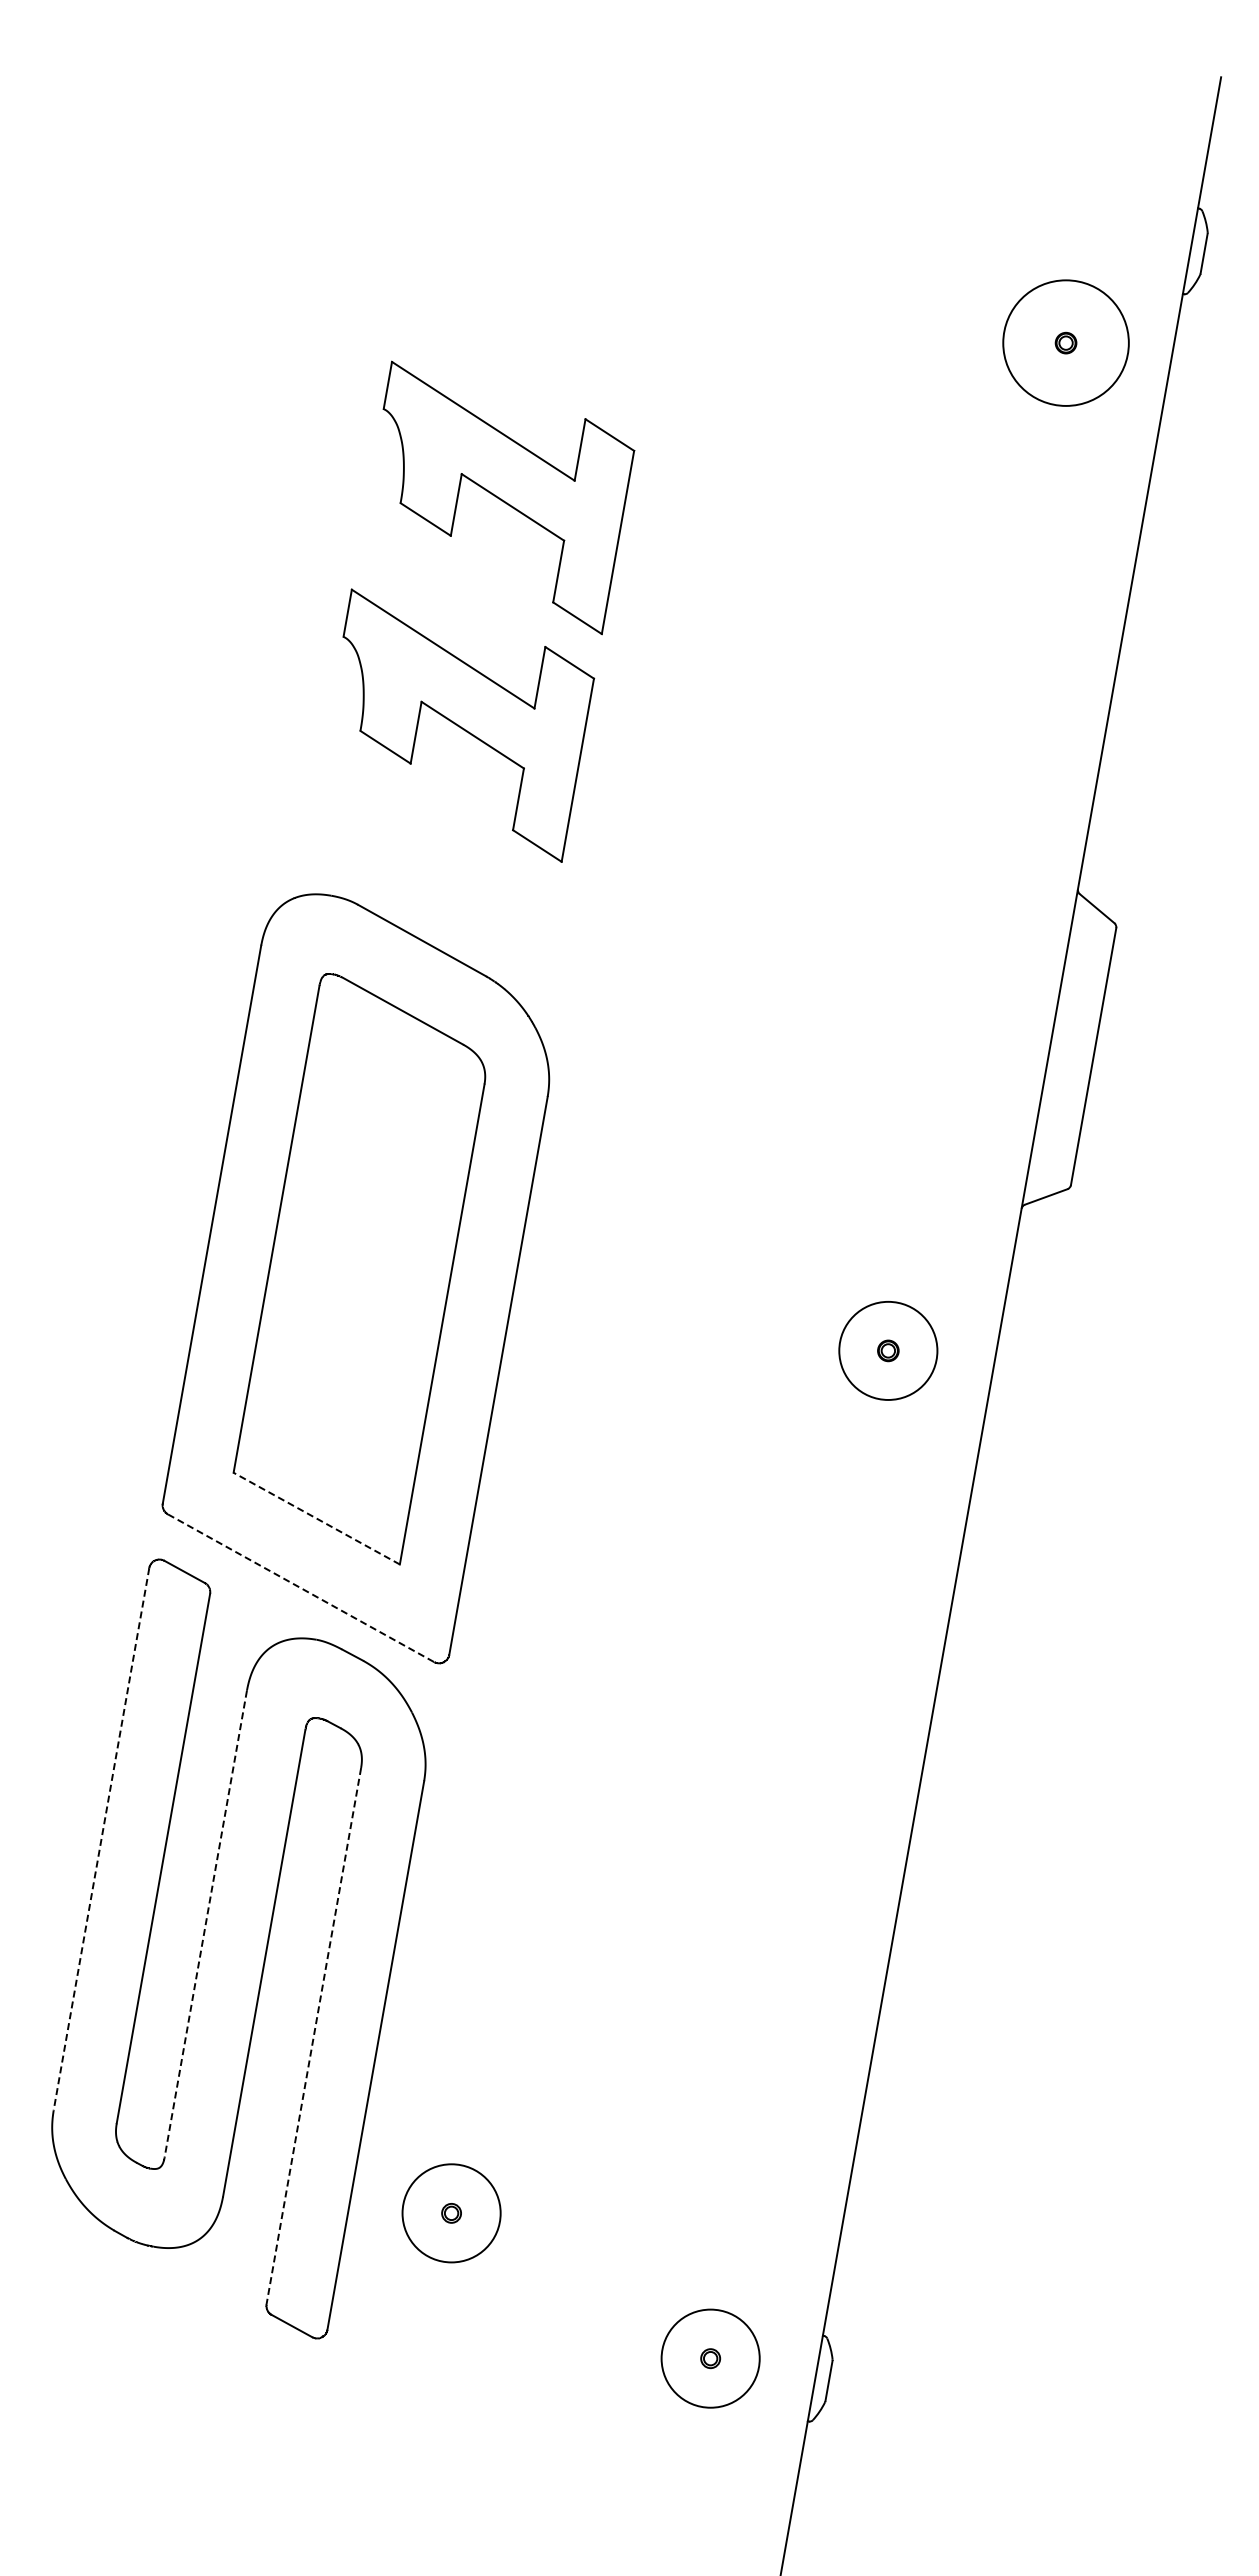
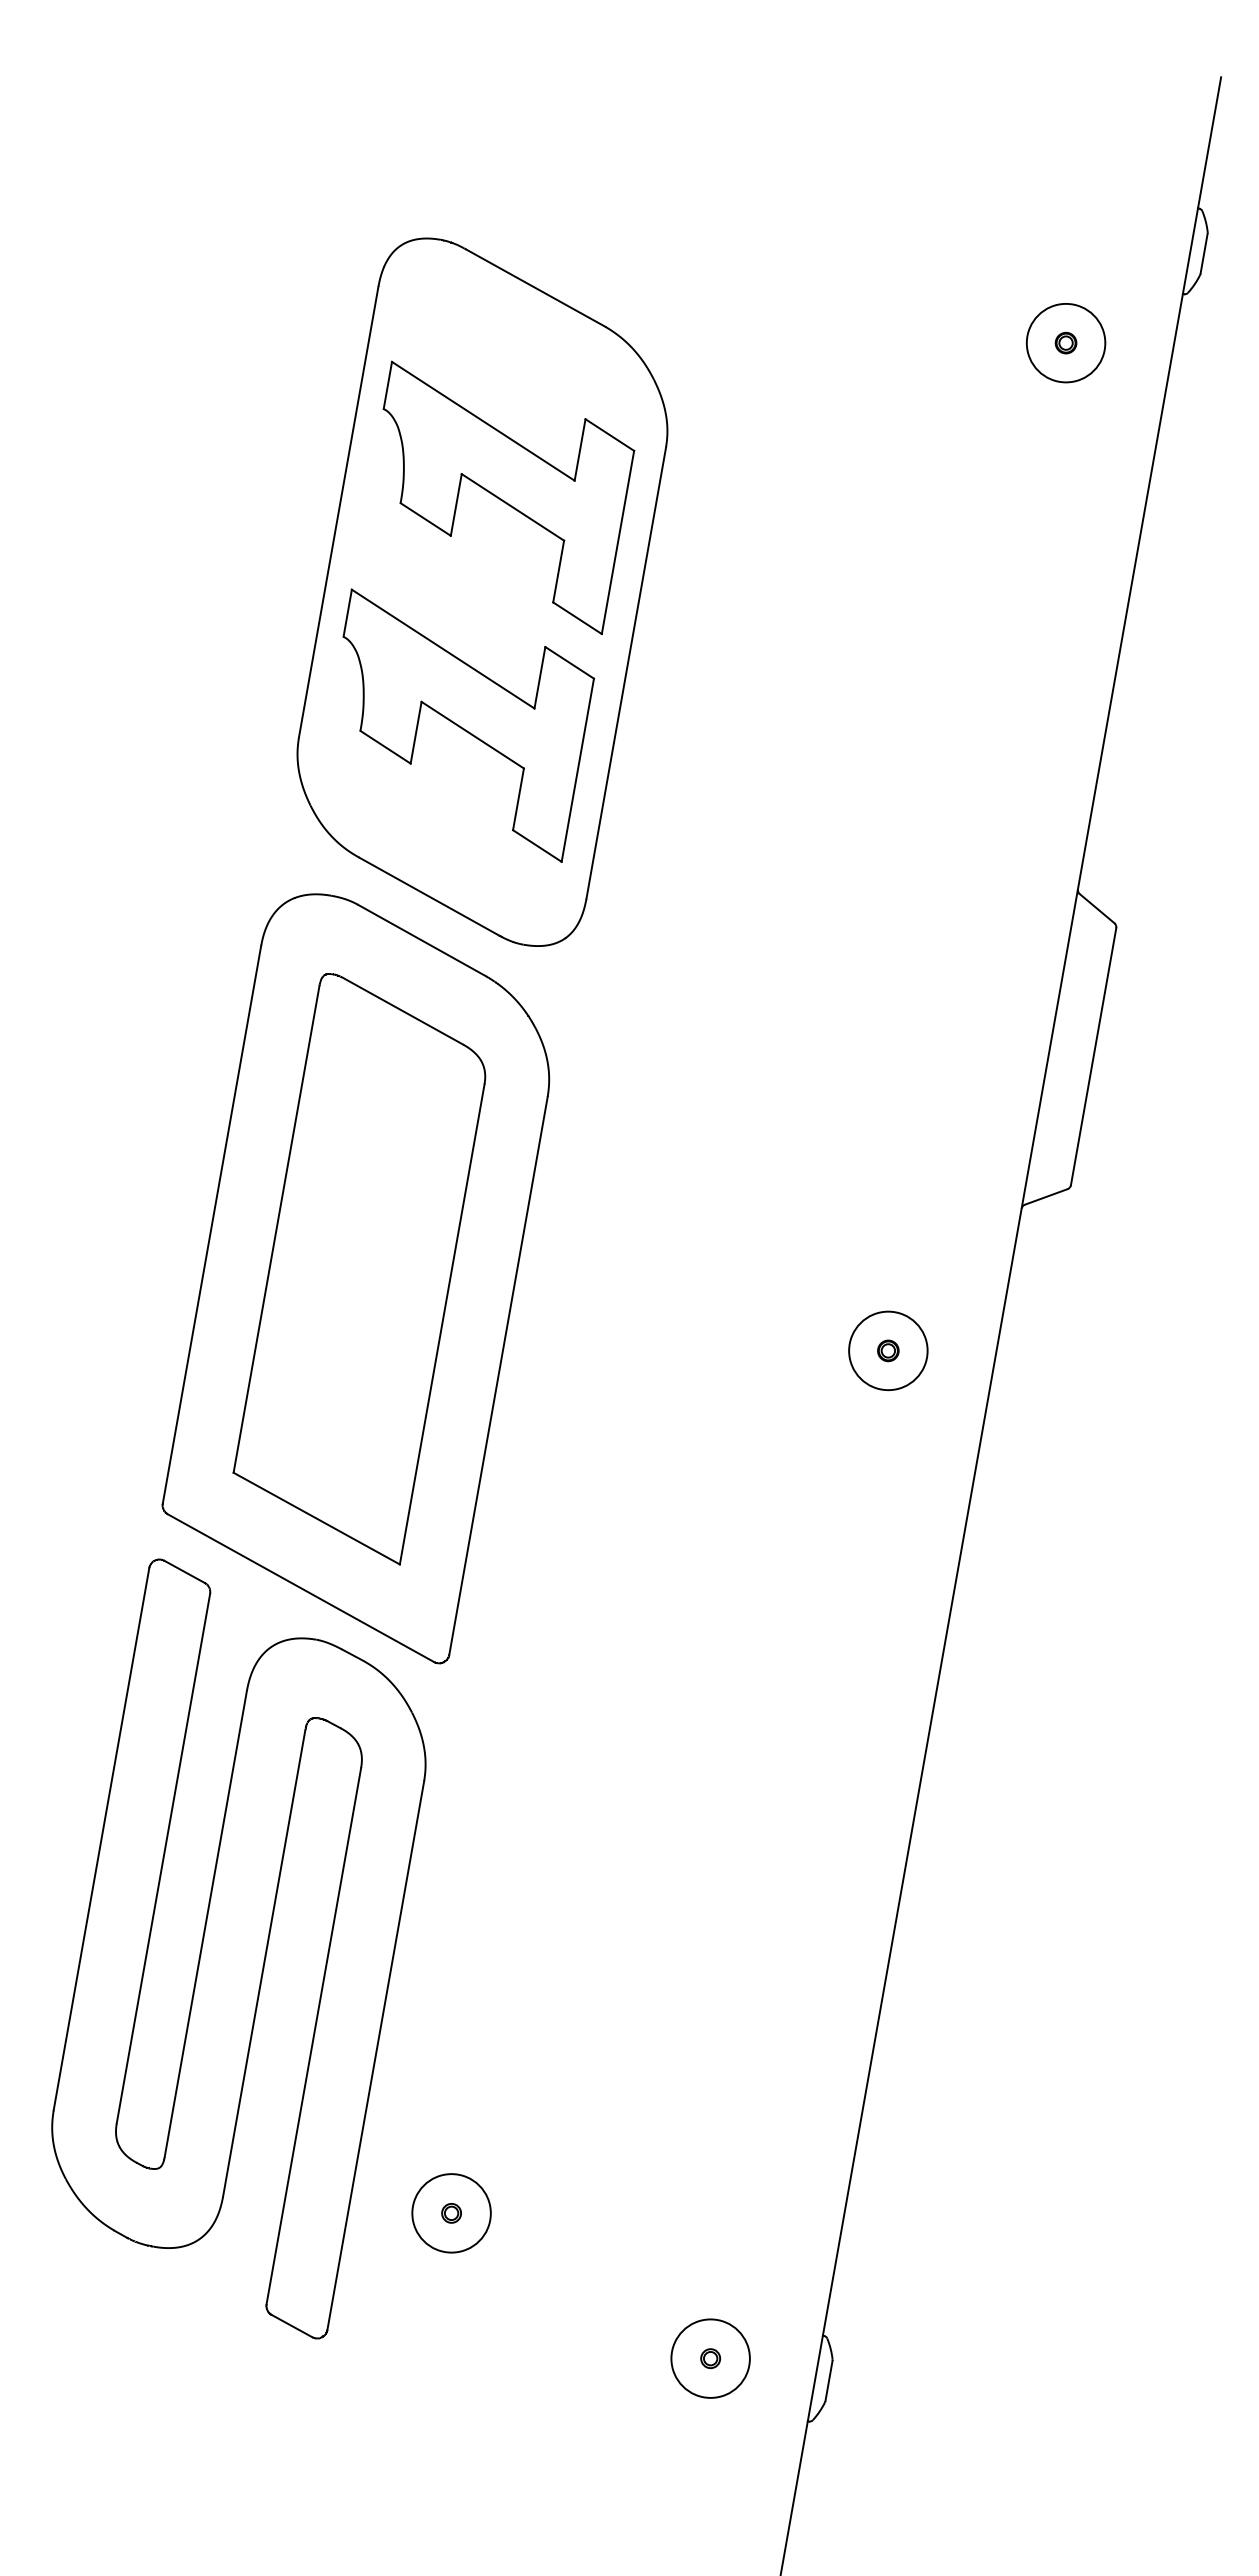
circle at (1065, 342) diameter: 126 px -> 79 px
part at (482, 591): none -> present
circle at (888, 1350) diameter: 98 px -> 79 px
line at (316, 1518): dashed -> solid
line at (301, 1588): dashed -> solid
line at (101, 1839): dashed -> solid
line at (205, 1923): dashed -> solid
line at (313, 2036): dashed -> solid
circle at (451, 2213) diameter: 98 px -> 79 px
circle at (710, 2358) diameter: 98 px -> 79 px
